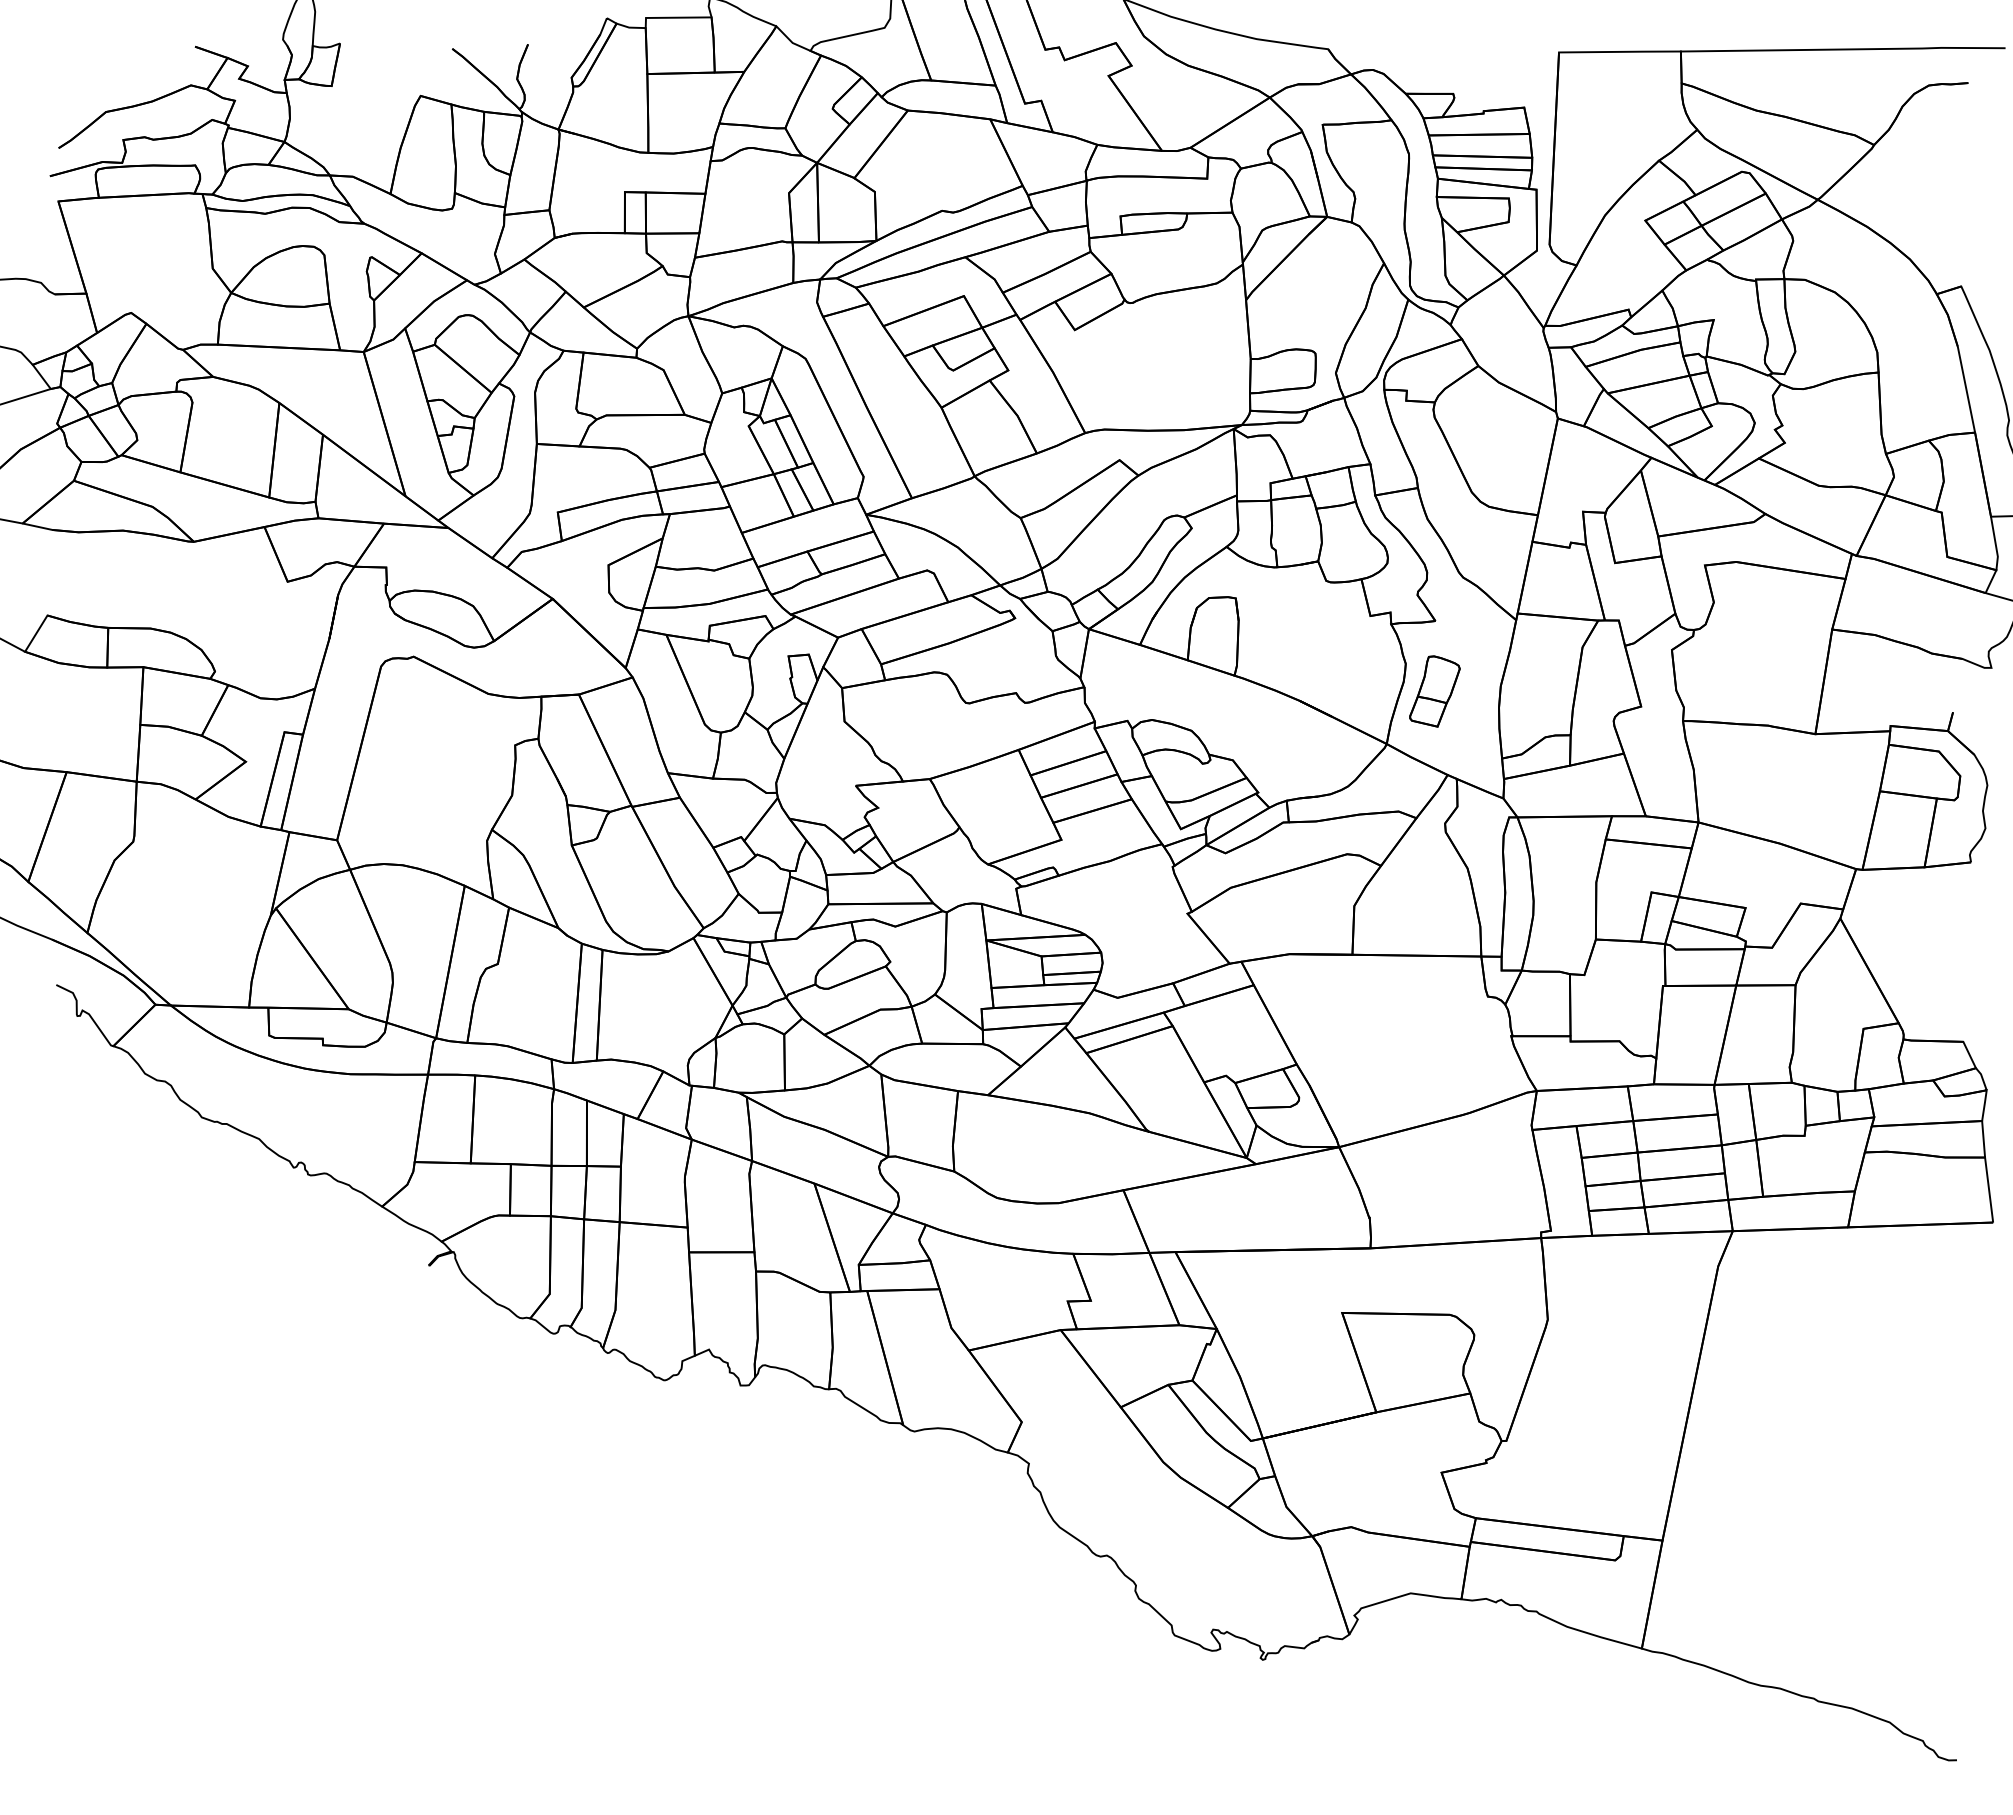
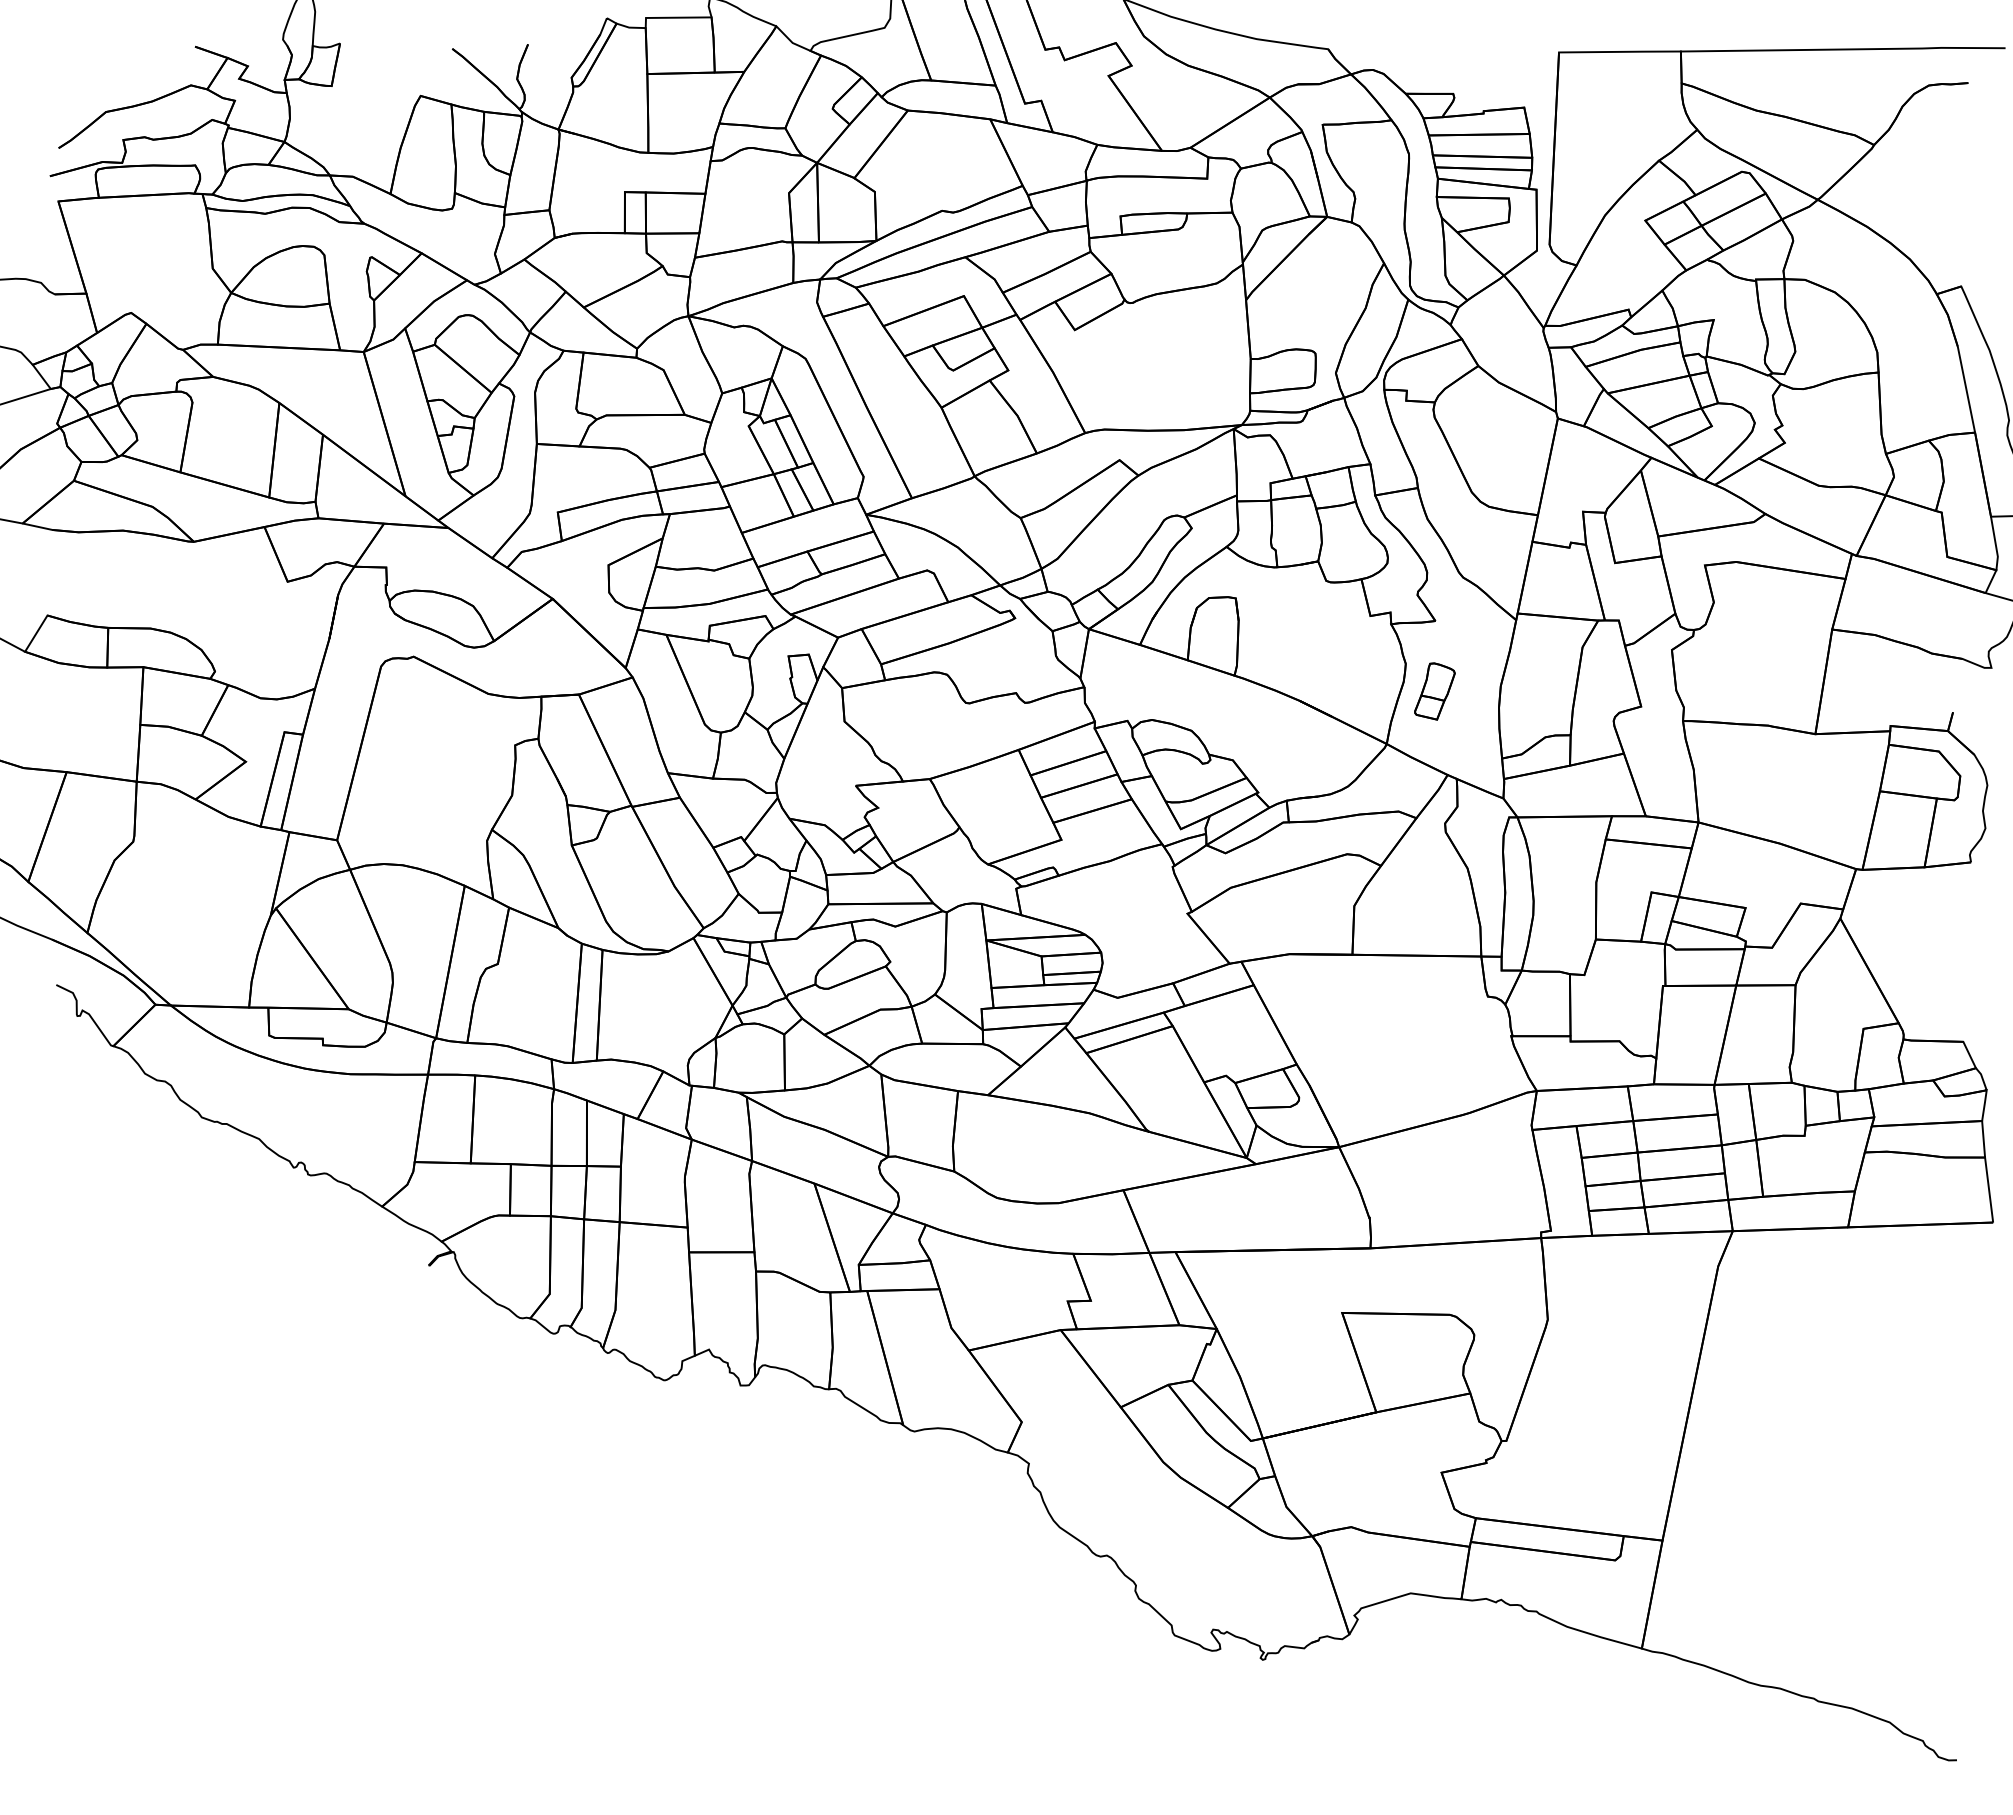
part at (1434, 691) size: 52x73 px -> 42x59 px
